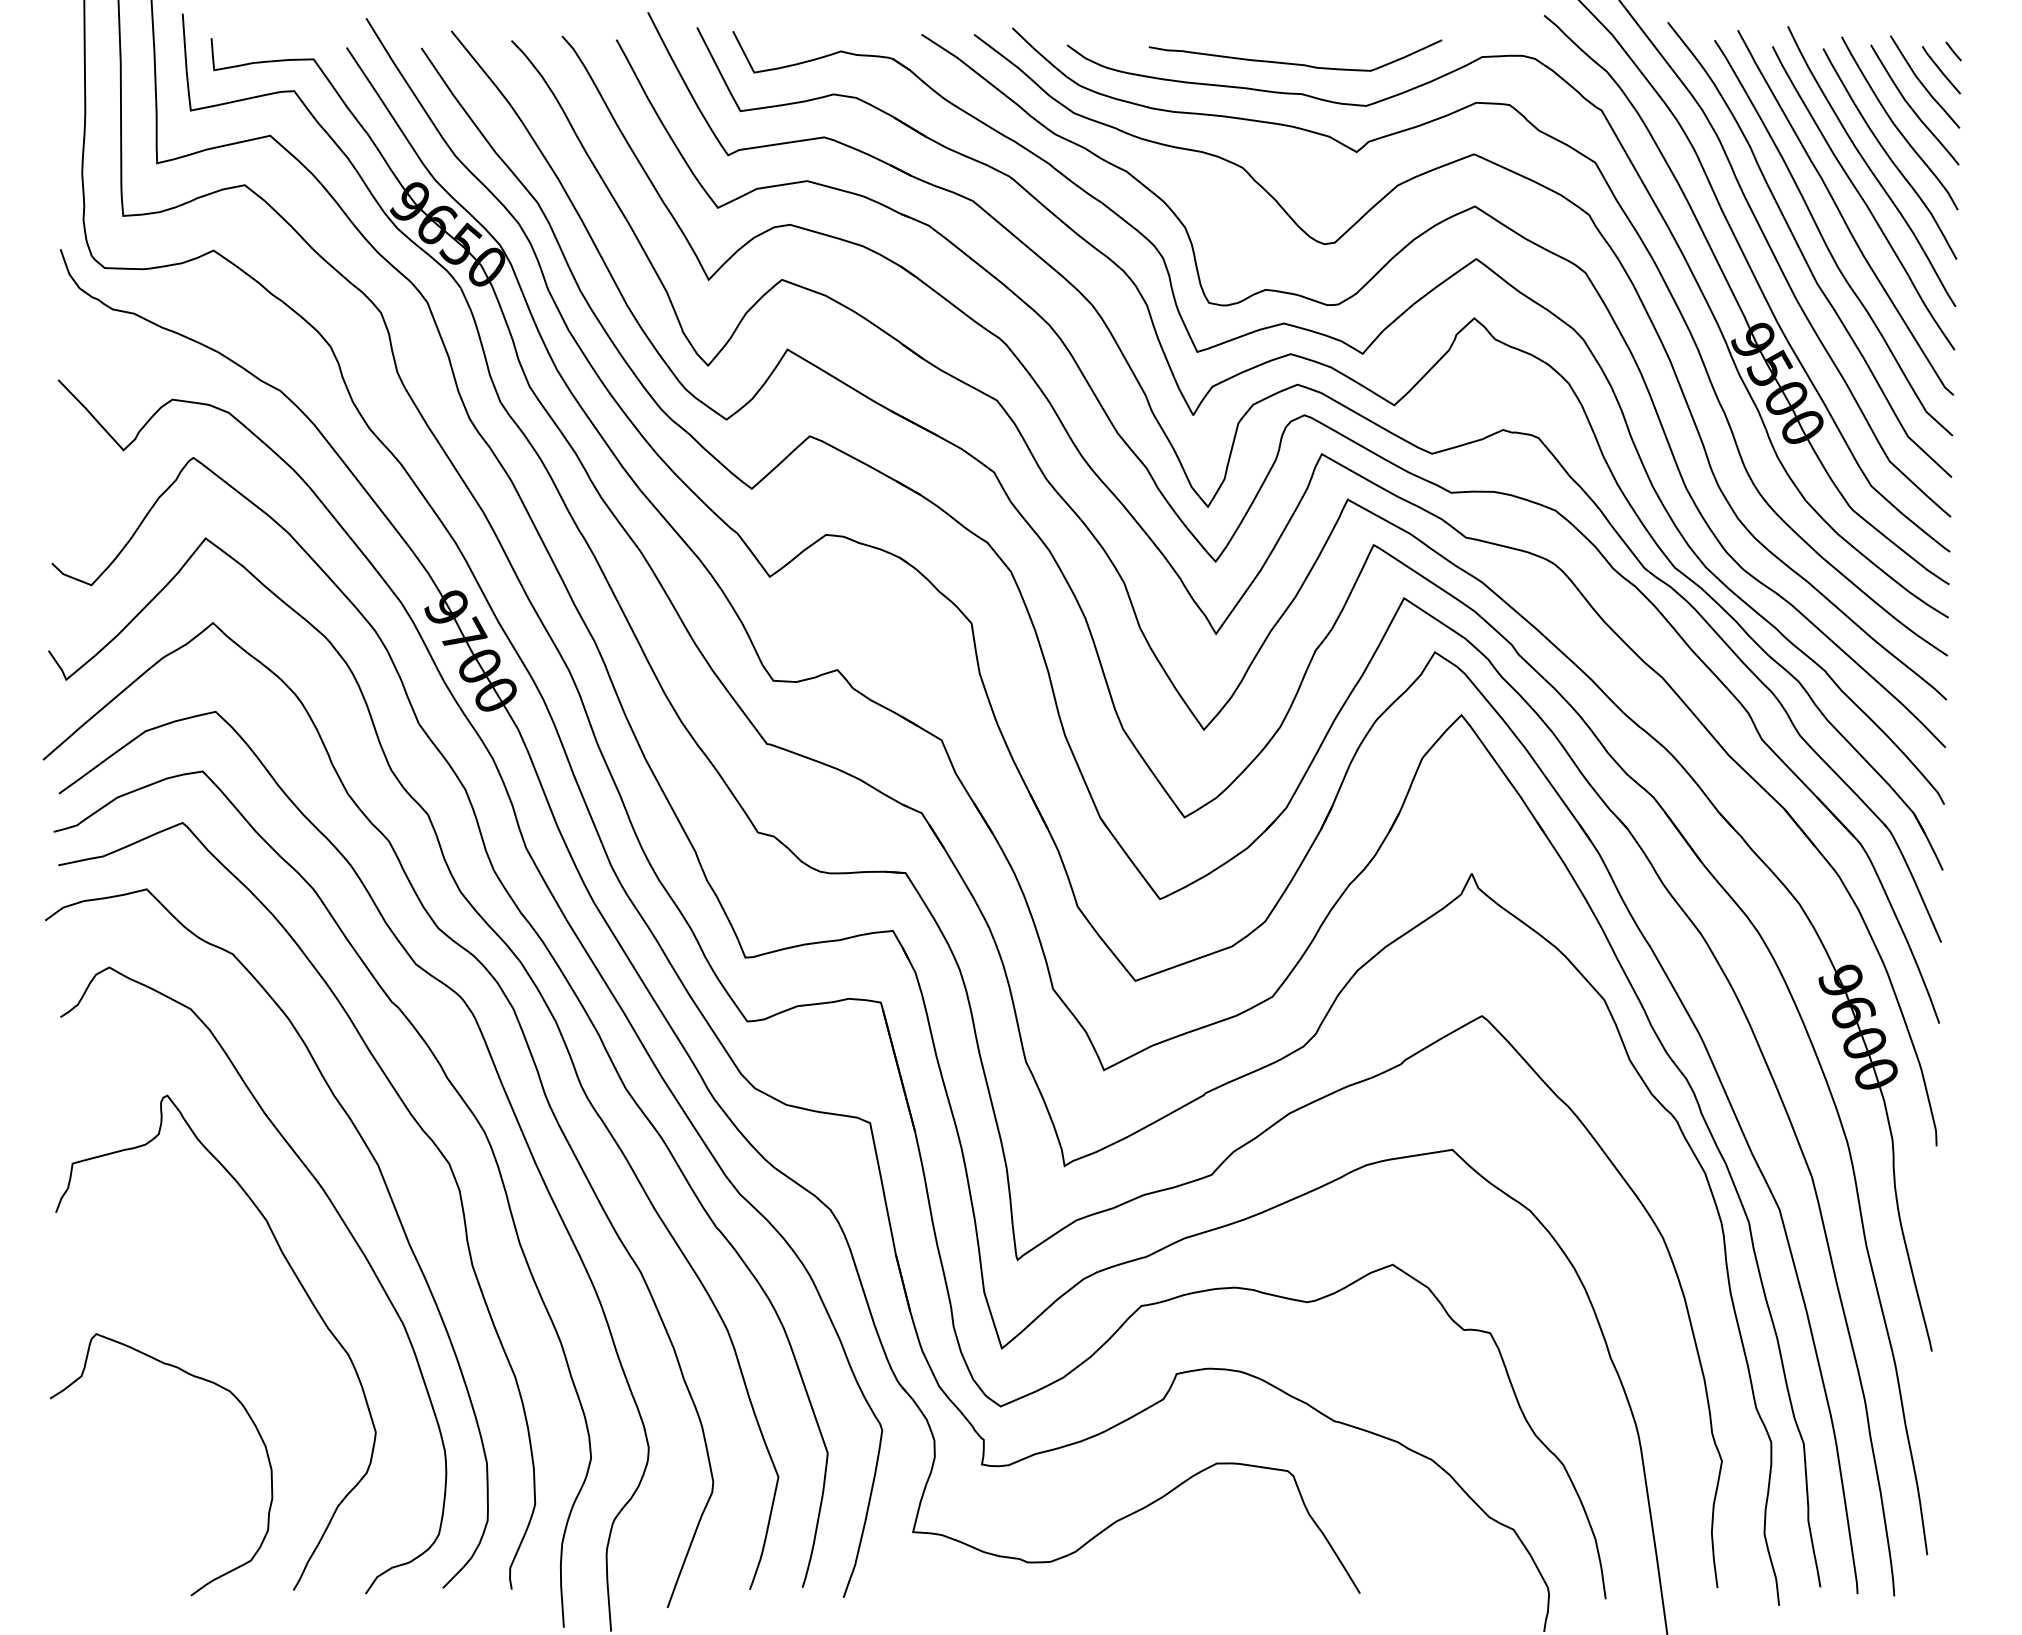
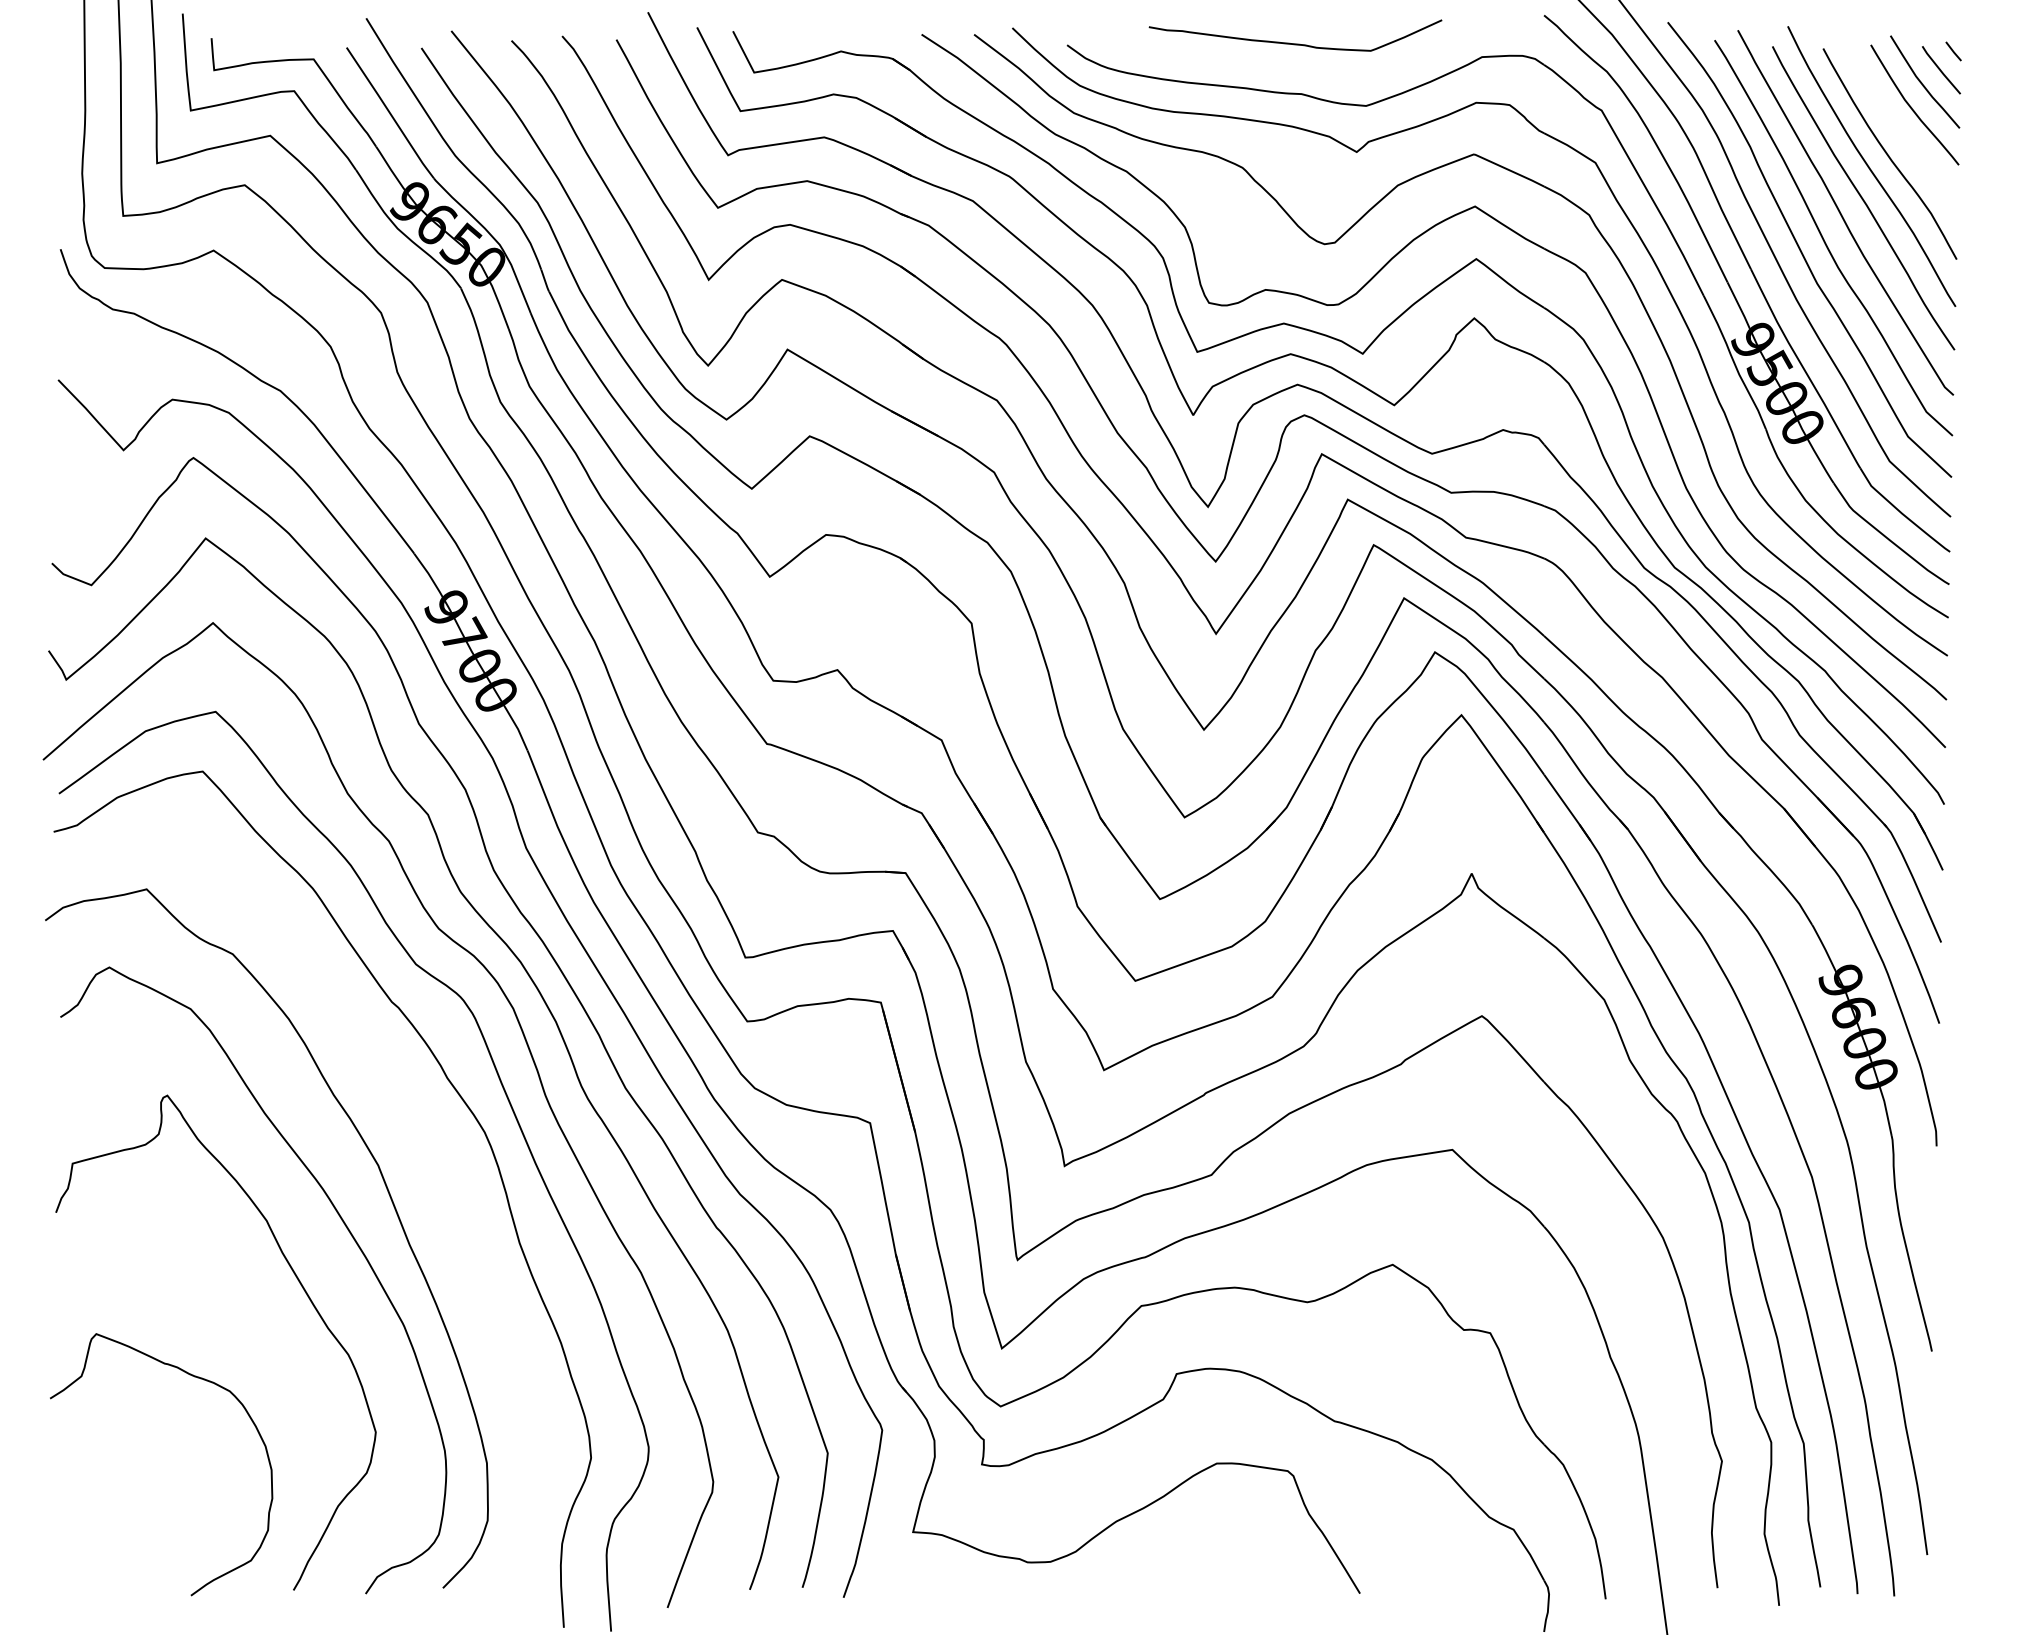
curve at (1295, 63) position: (1295, 63) -> (1295, 43)
curve at (1896, 125): present -> none
curve at (412, 1118): present -> none
